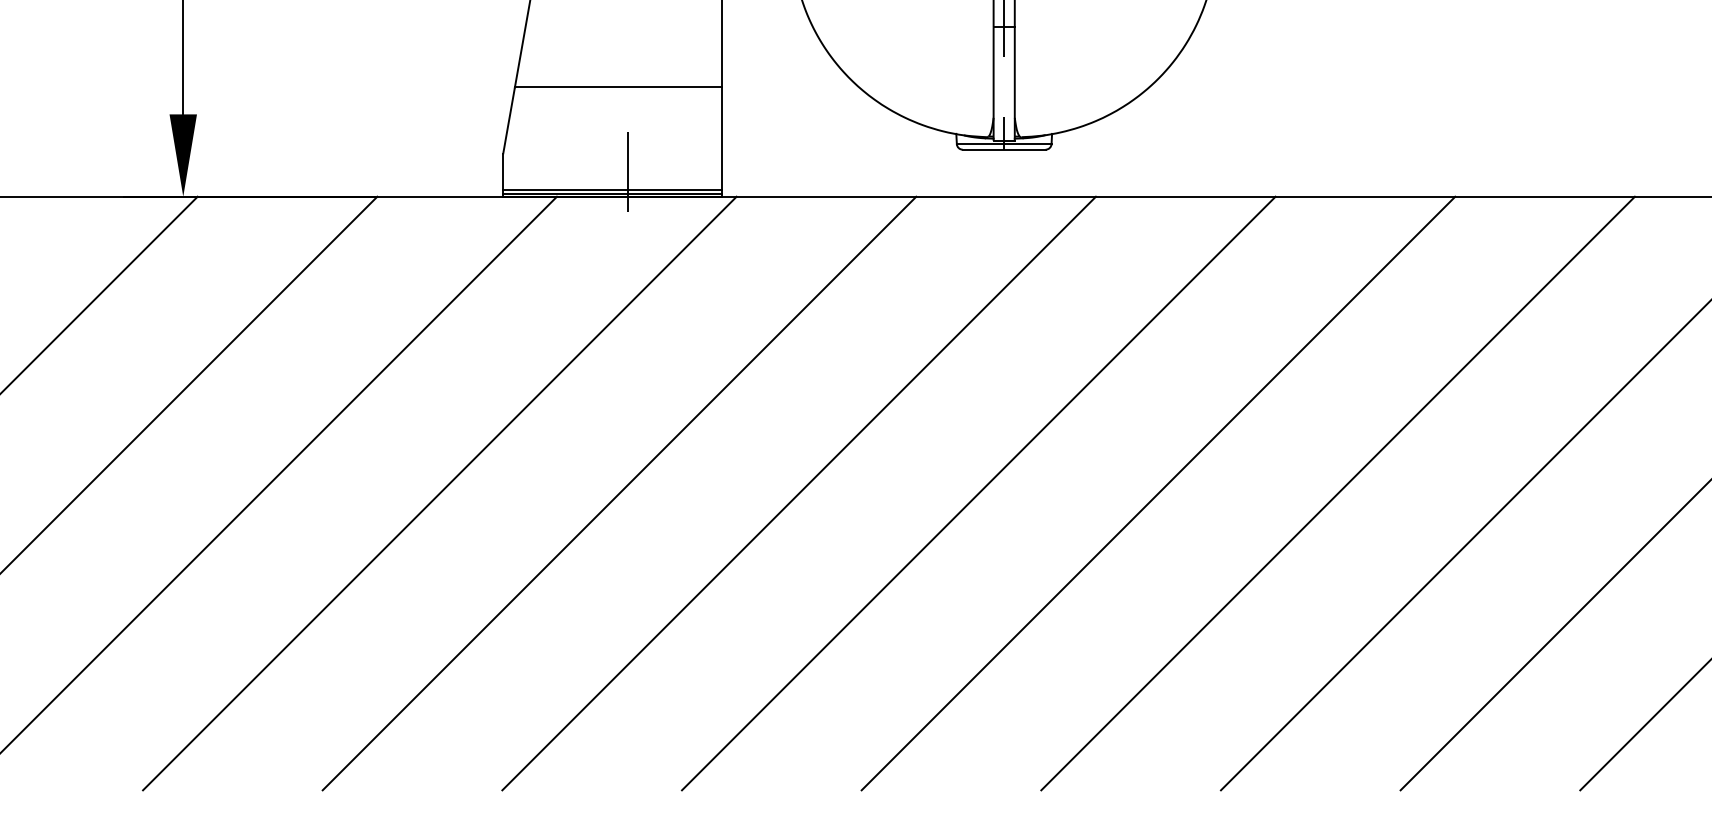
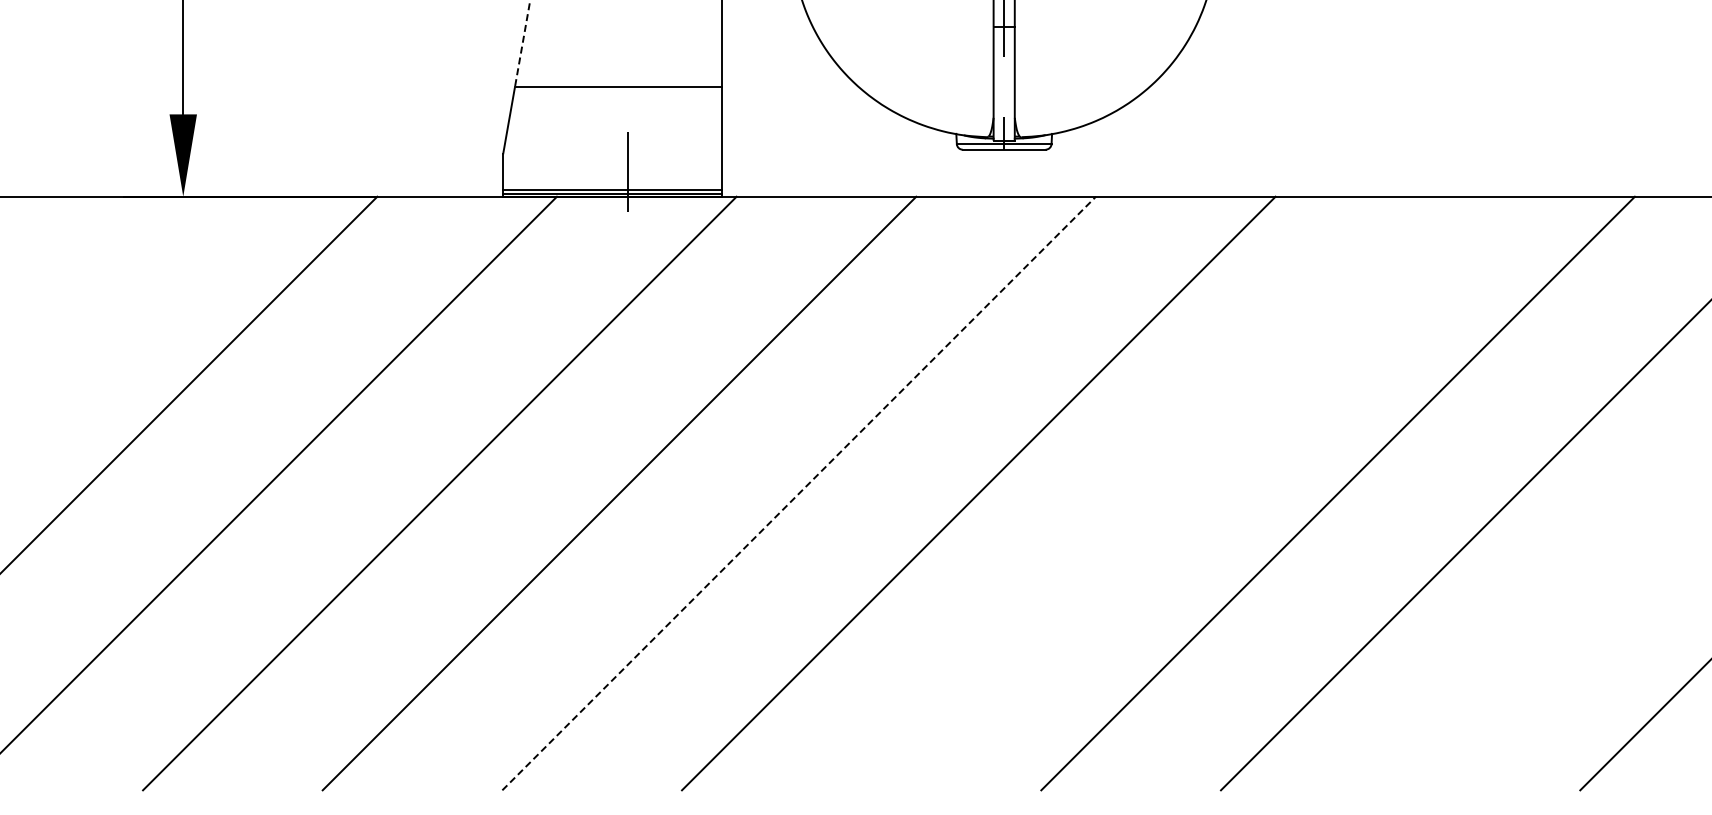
line at (522, 44): solid -> dashed
line at (99, 294): present -> none
line at (799, 493): solid -> dashed
line at (1158, 493): present -> none
line at (1554, 636): present -> none
